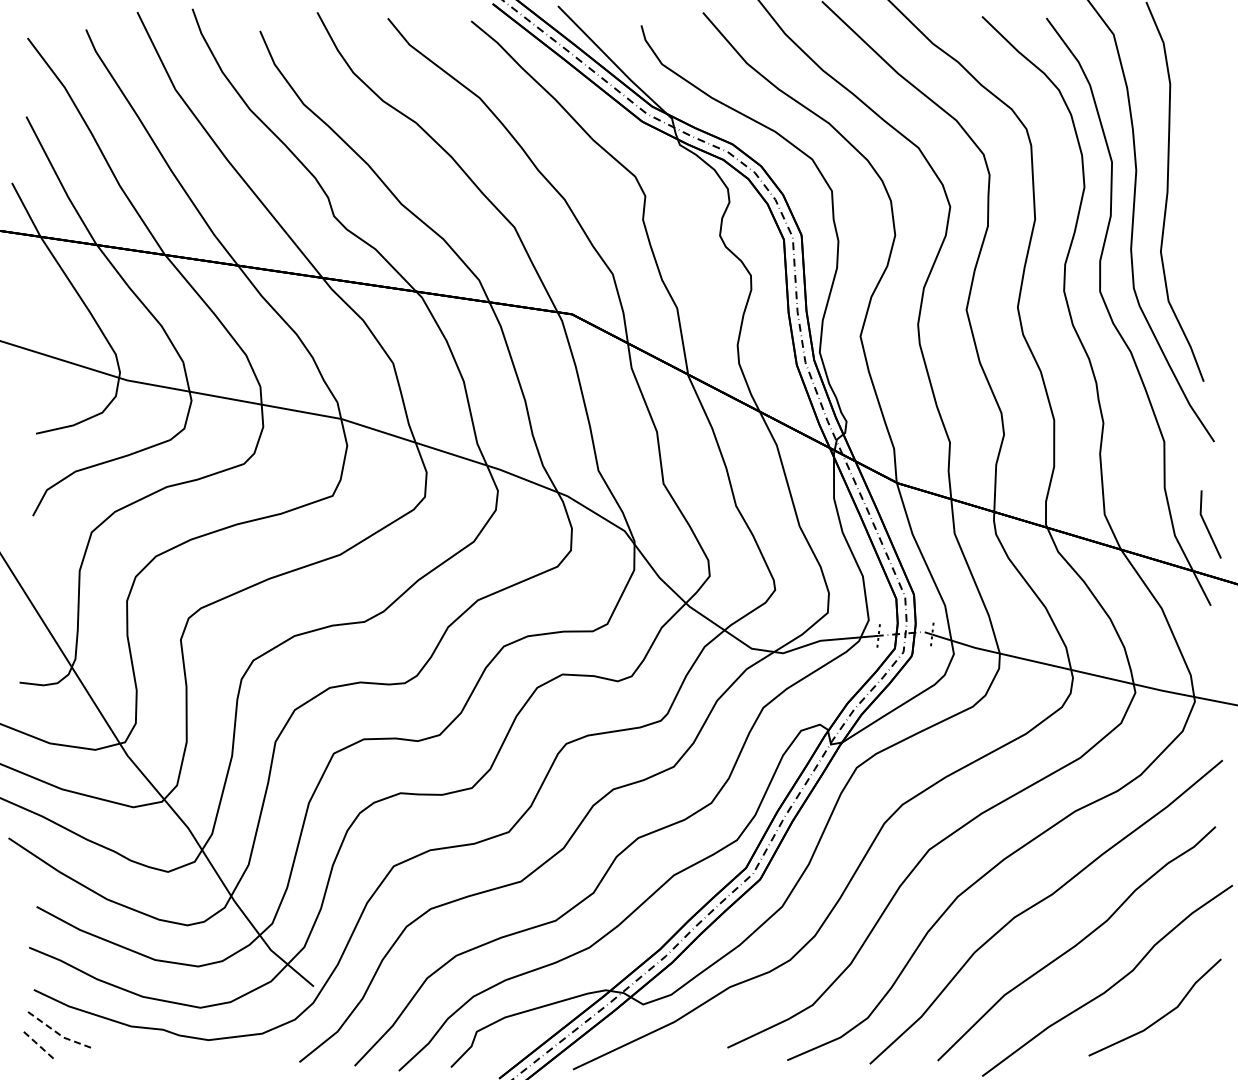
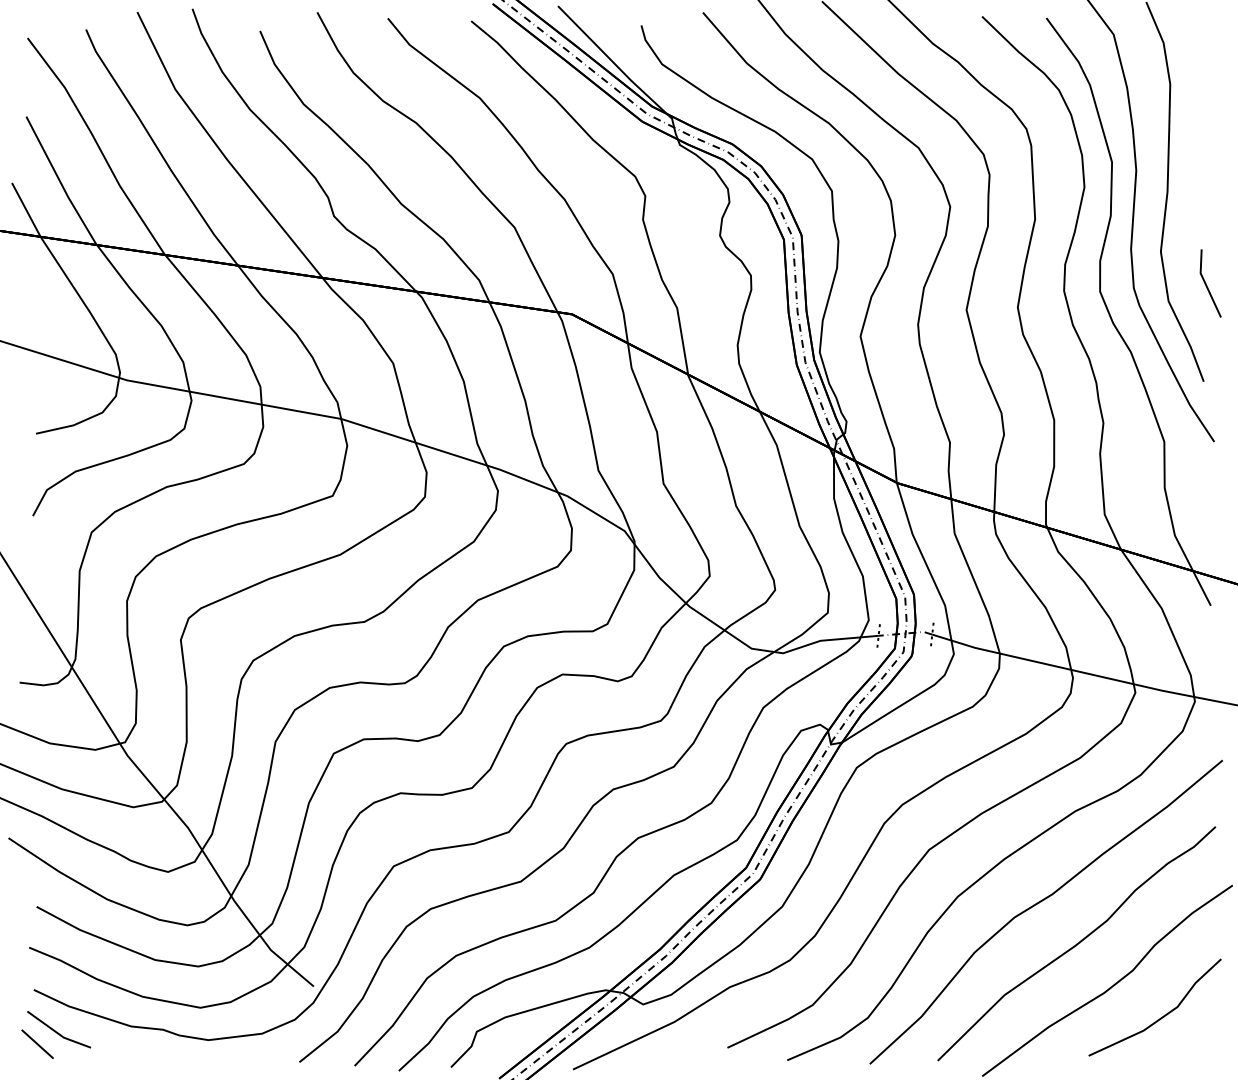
line at (1207, 526) position: (1207, 526) -> (1207, 285)
line at (57, 1032): dashed -> solid
line at (37, 1043): dashed -> solid
